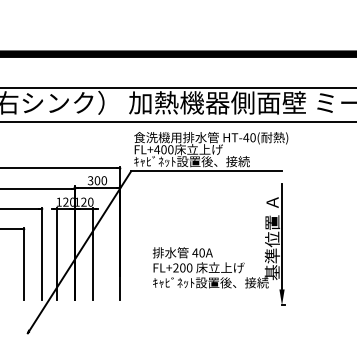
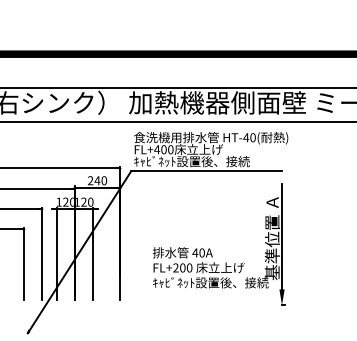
text at (94, 180): 300 -> 240
